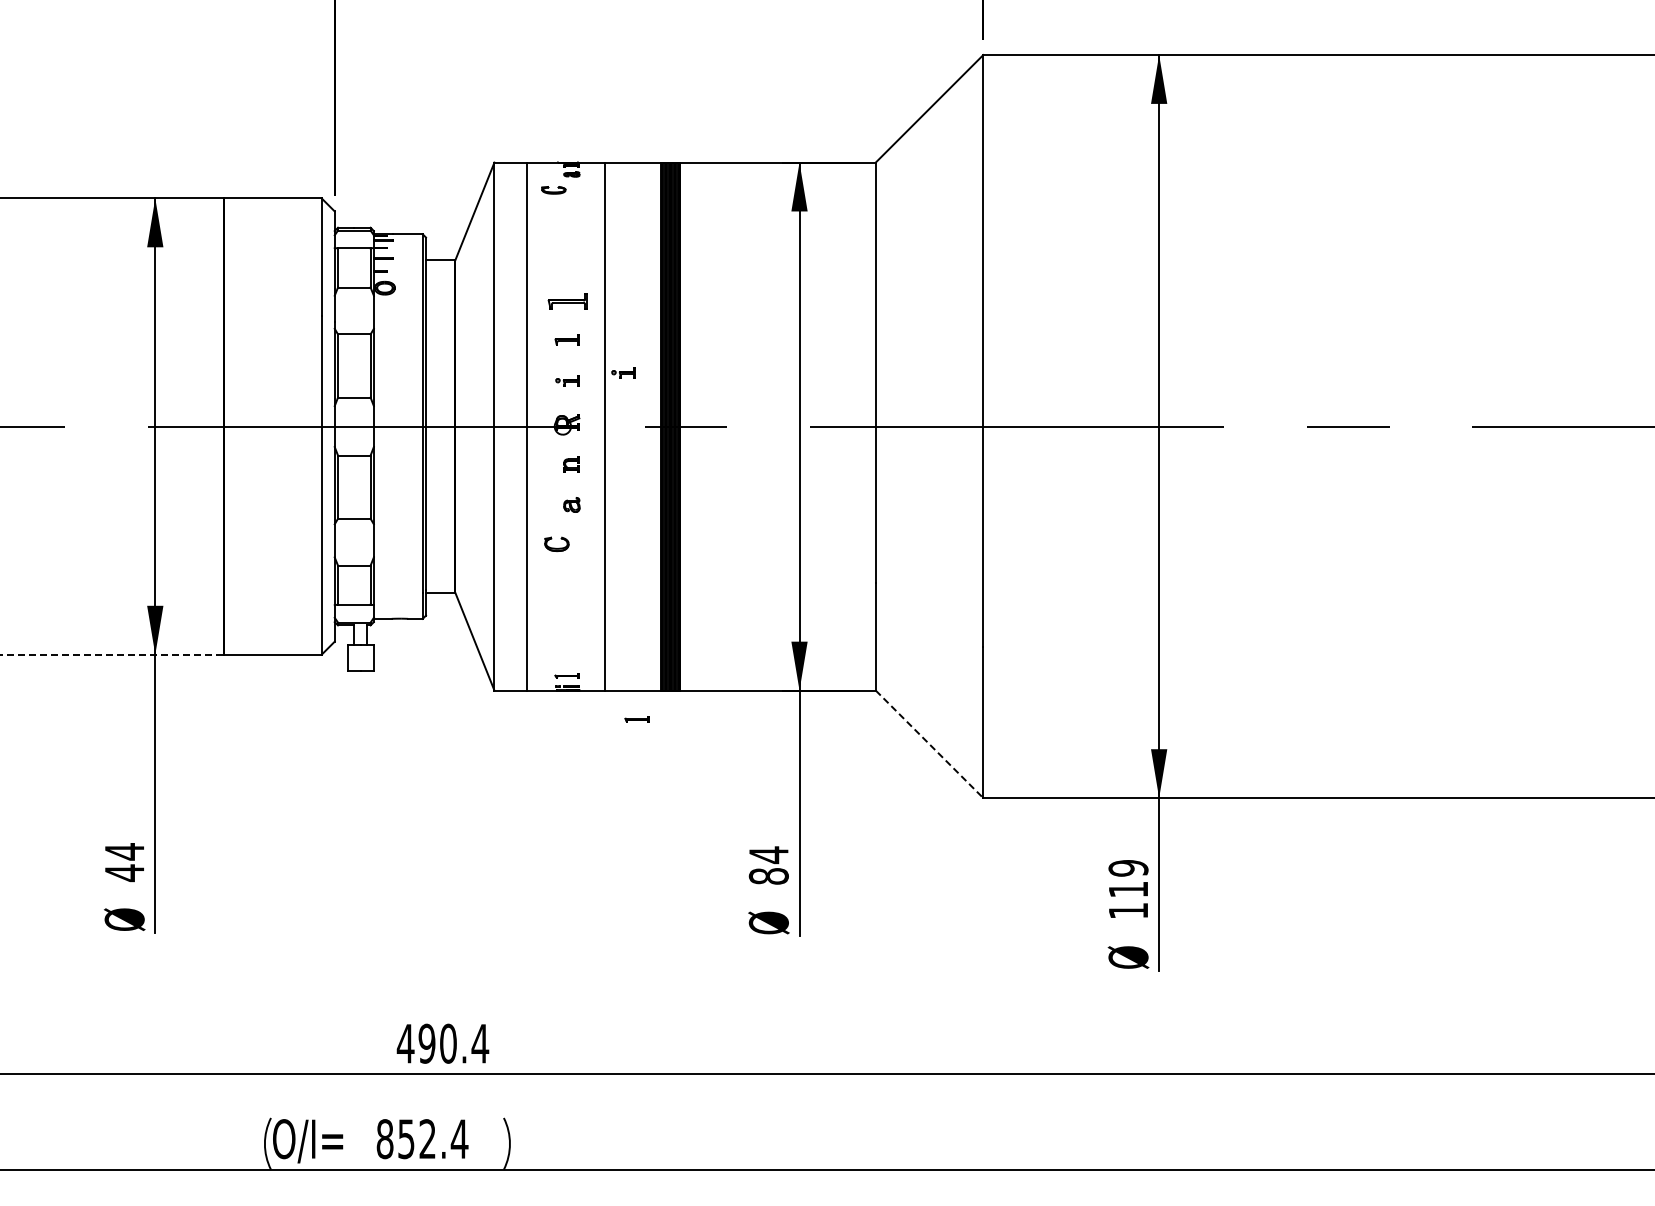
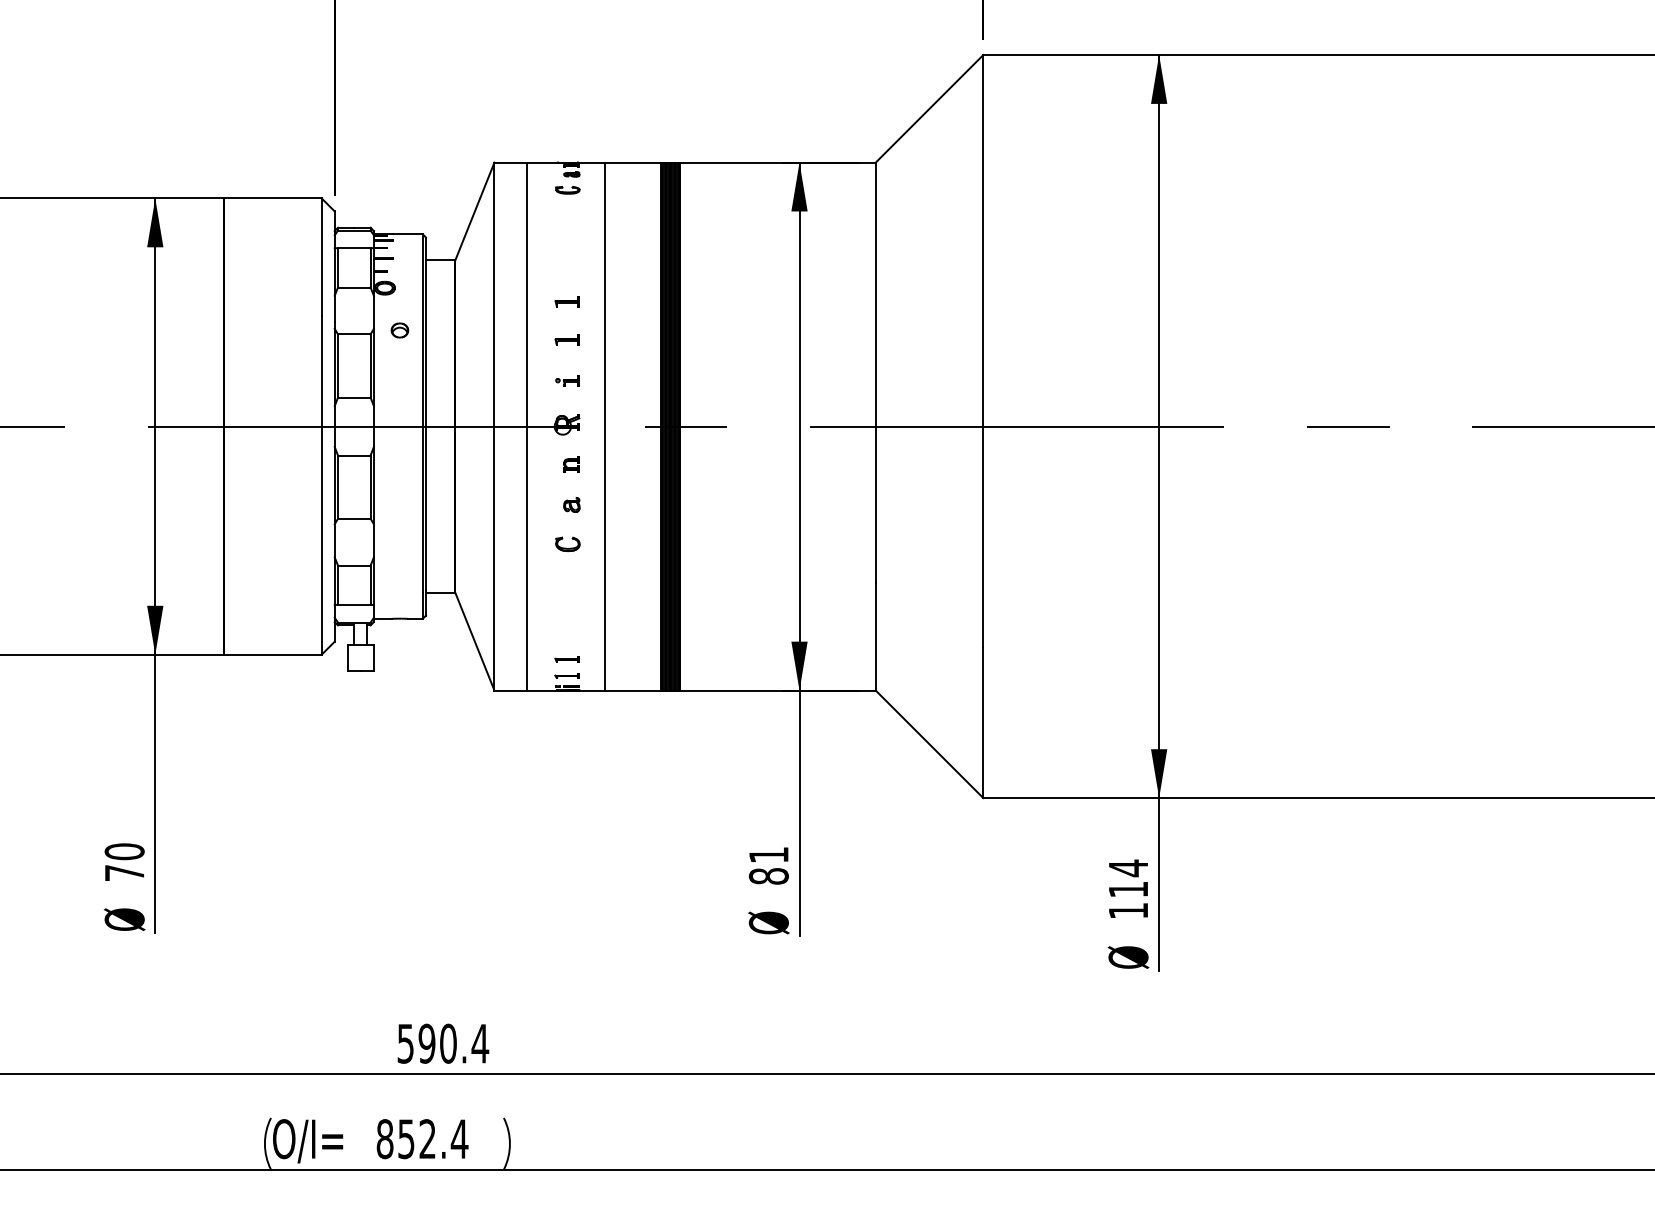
part at (553, 190) position: (553, 190) -> (567, 190)
part at (567, 301) size: 41x17 px -> 26x12 px
part at (399, 330): none -> present
part at (623, 372): present -> none
part at (556, 544) position: (556, 544) -> (567, 544)
line at (112, 654): dashed -> solid
part at (636, 719) position: (636, 719) -> (566, 659)
line at (929, 744): dashed -> solid
text at (768, 855): 84 -> 81
text at (124, 862): 44 -> 70
text at (1128, 868): 119 -> 114
text at (405, 1043): 490.4 -> 590.4
